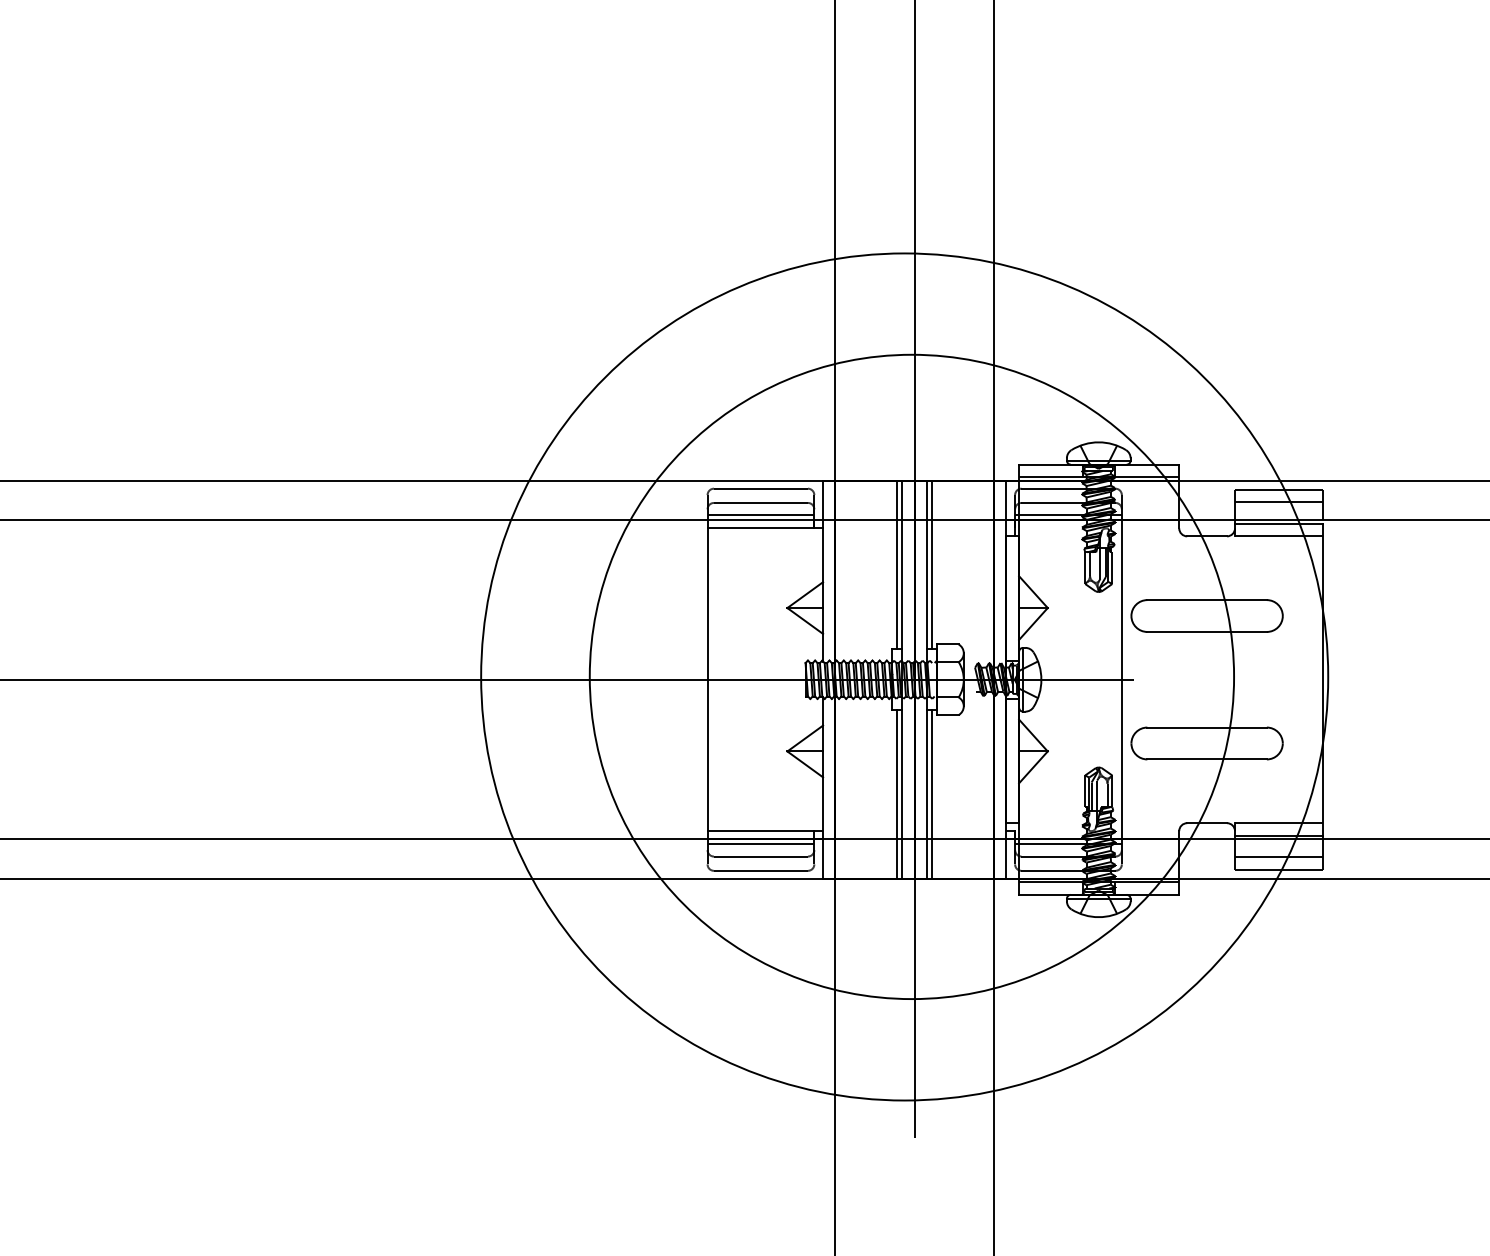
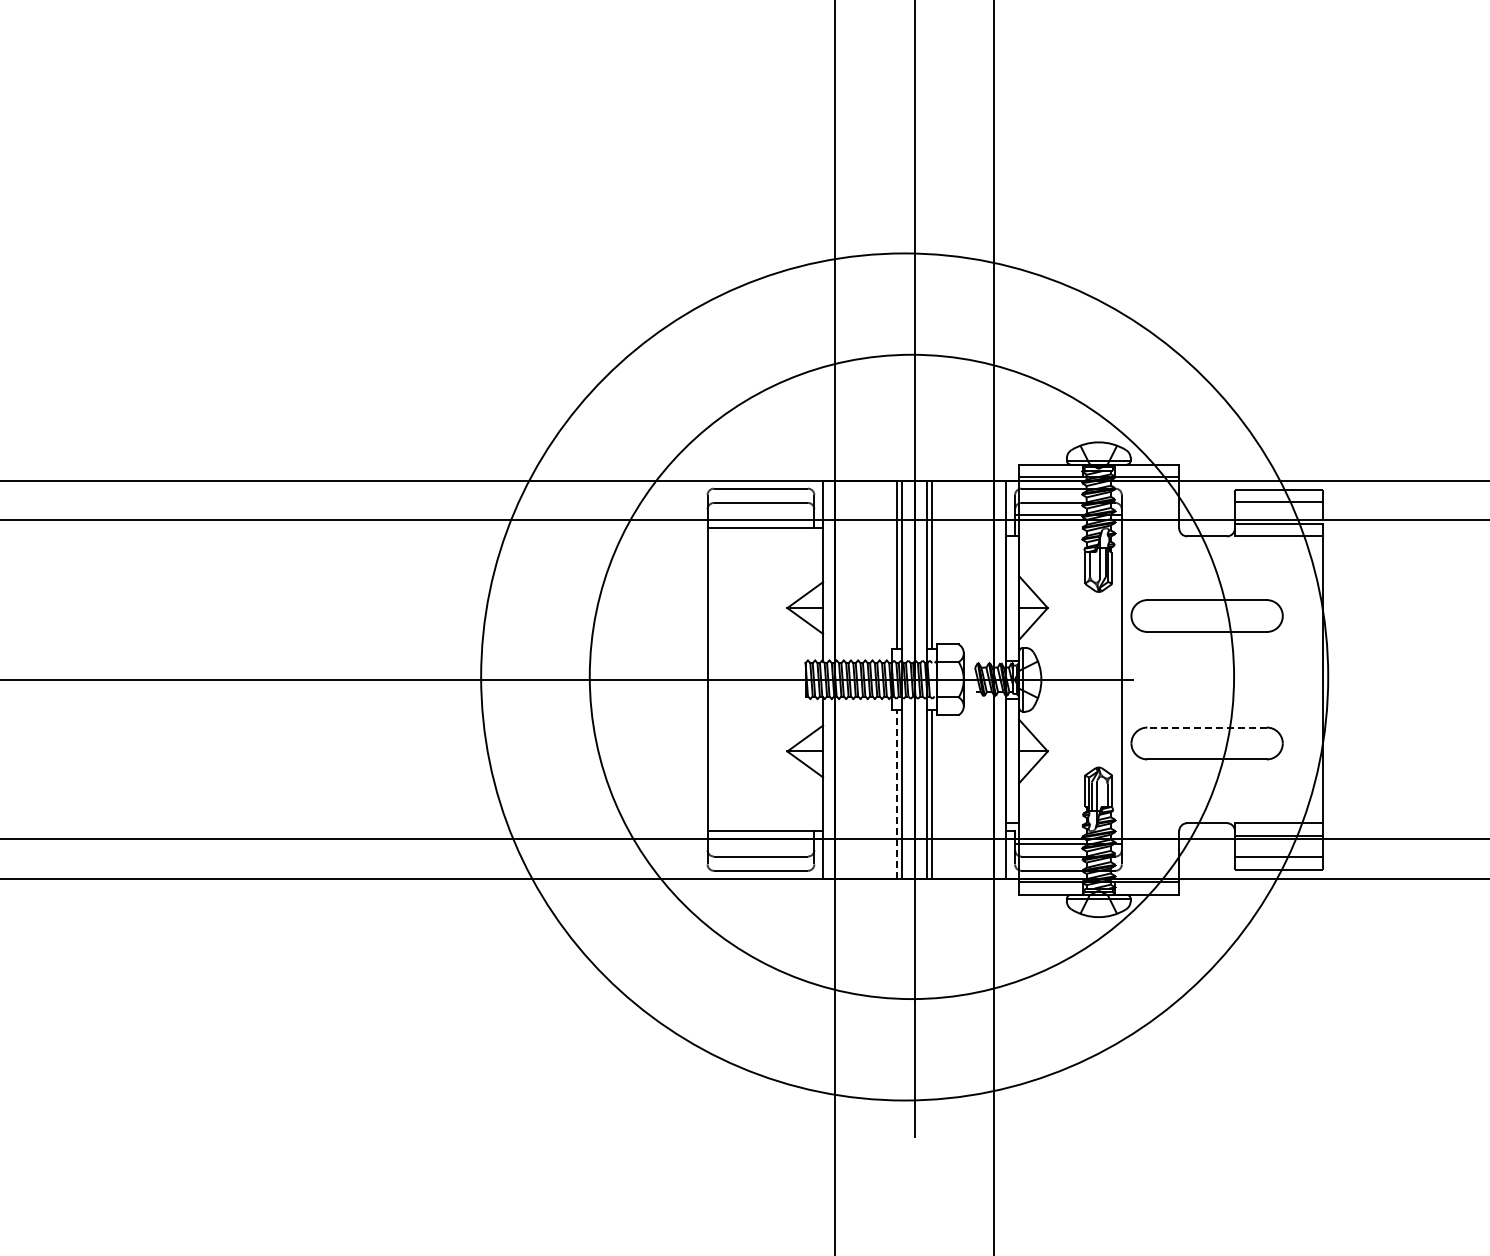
line at (760, 515): present -> none
line at (1207, 727): solid -> dashed
line at (897, 794): solid -> dashed
line at (760, 844): present -> none
